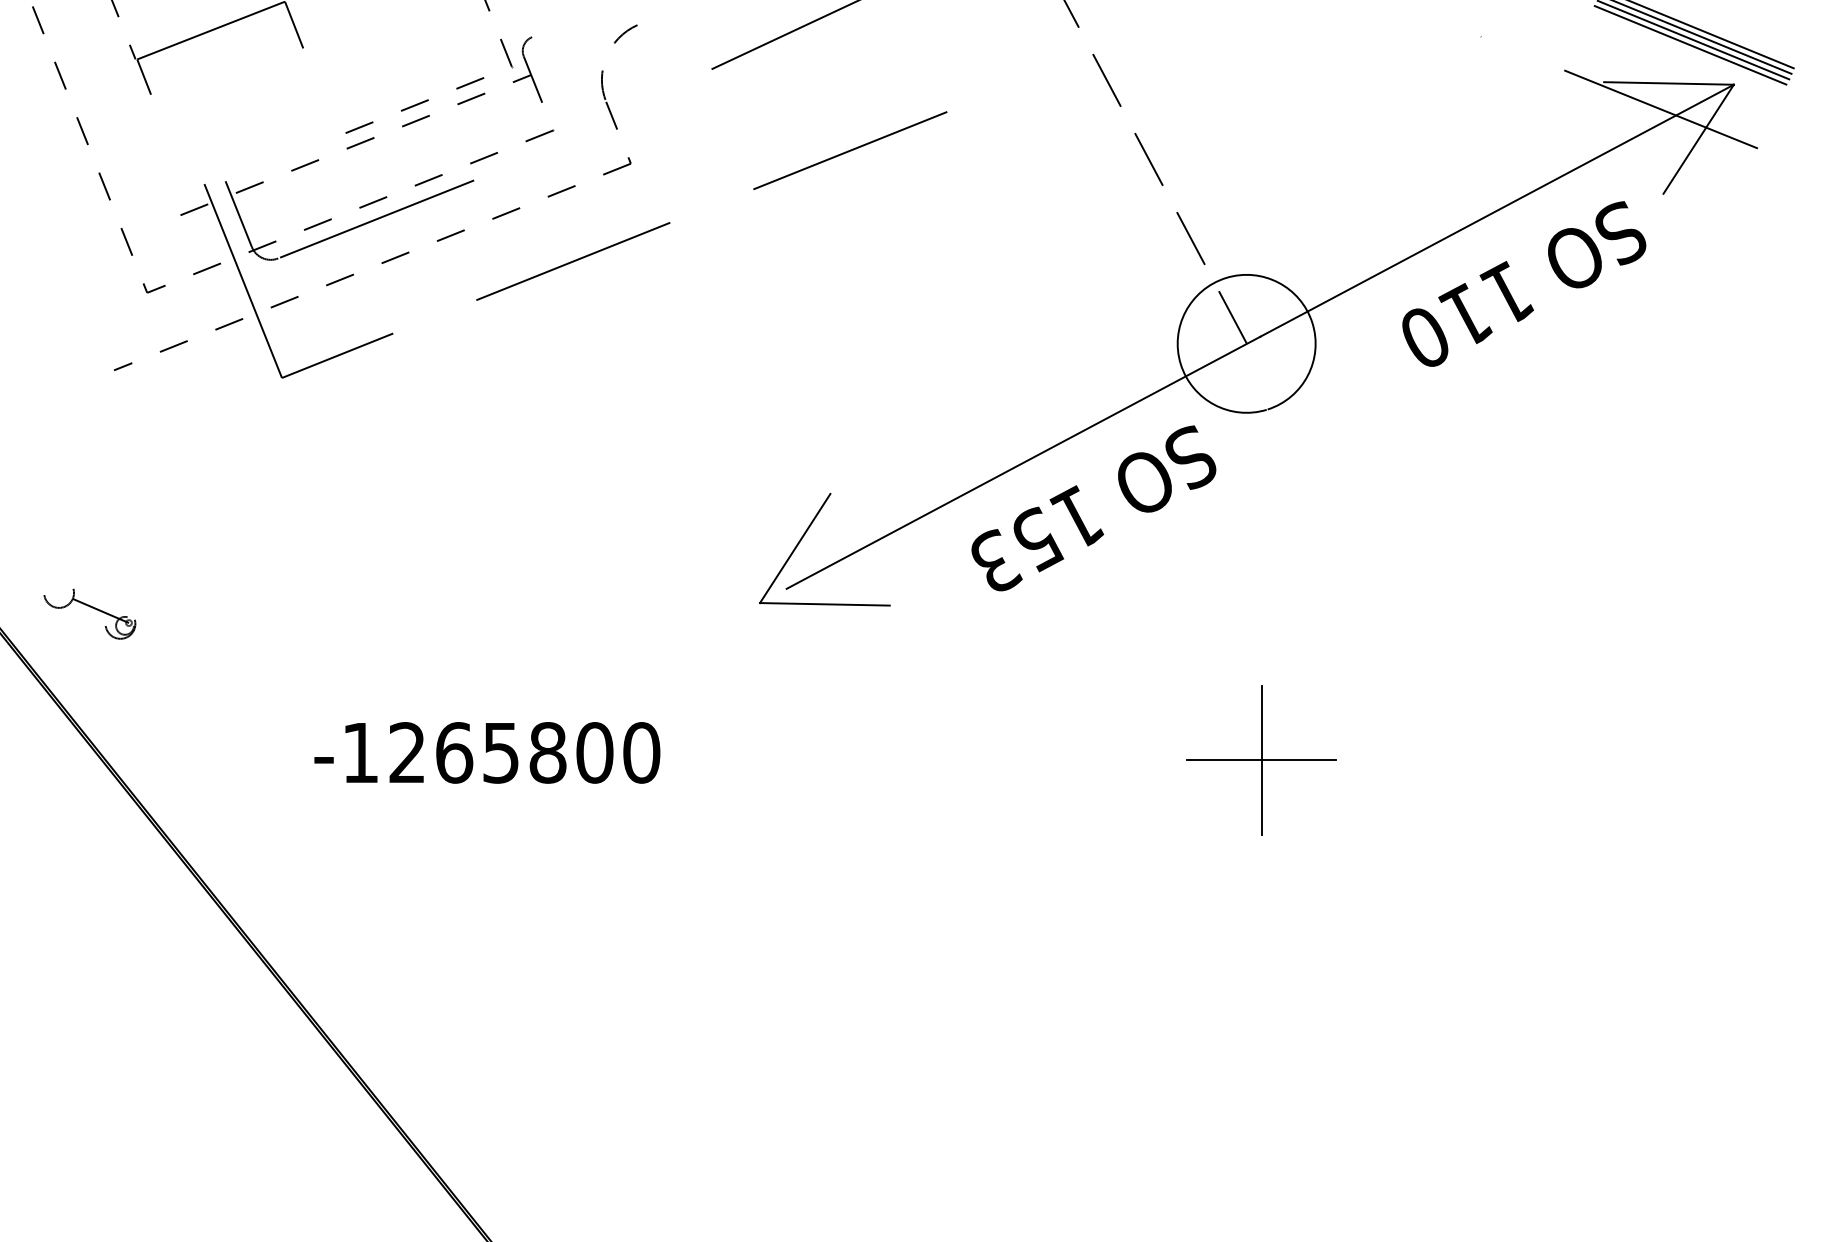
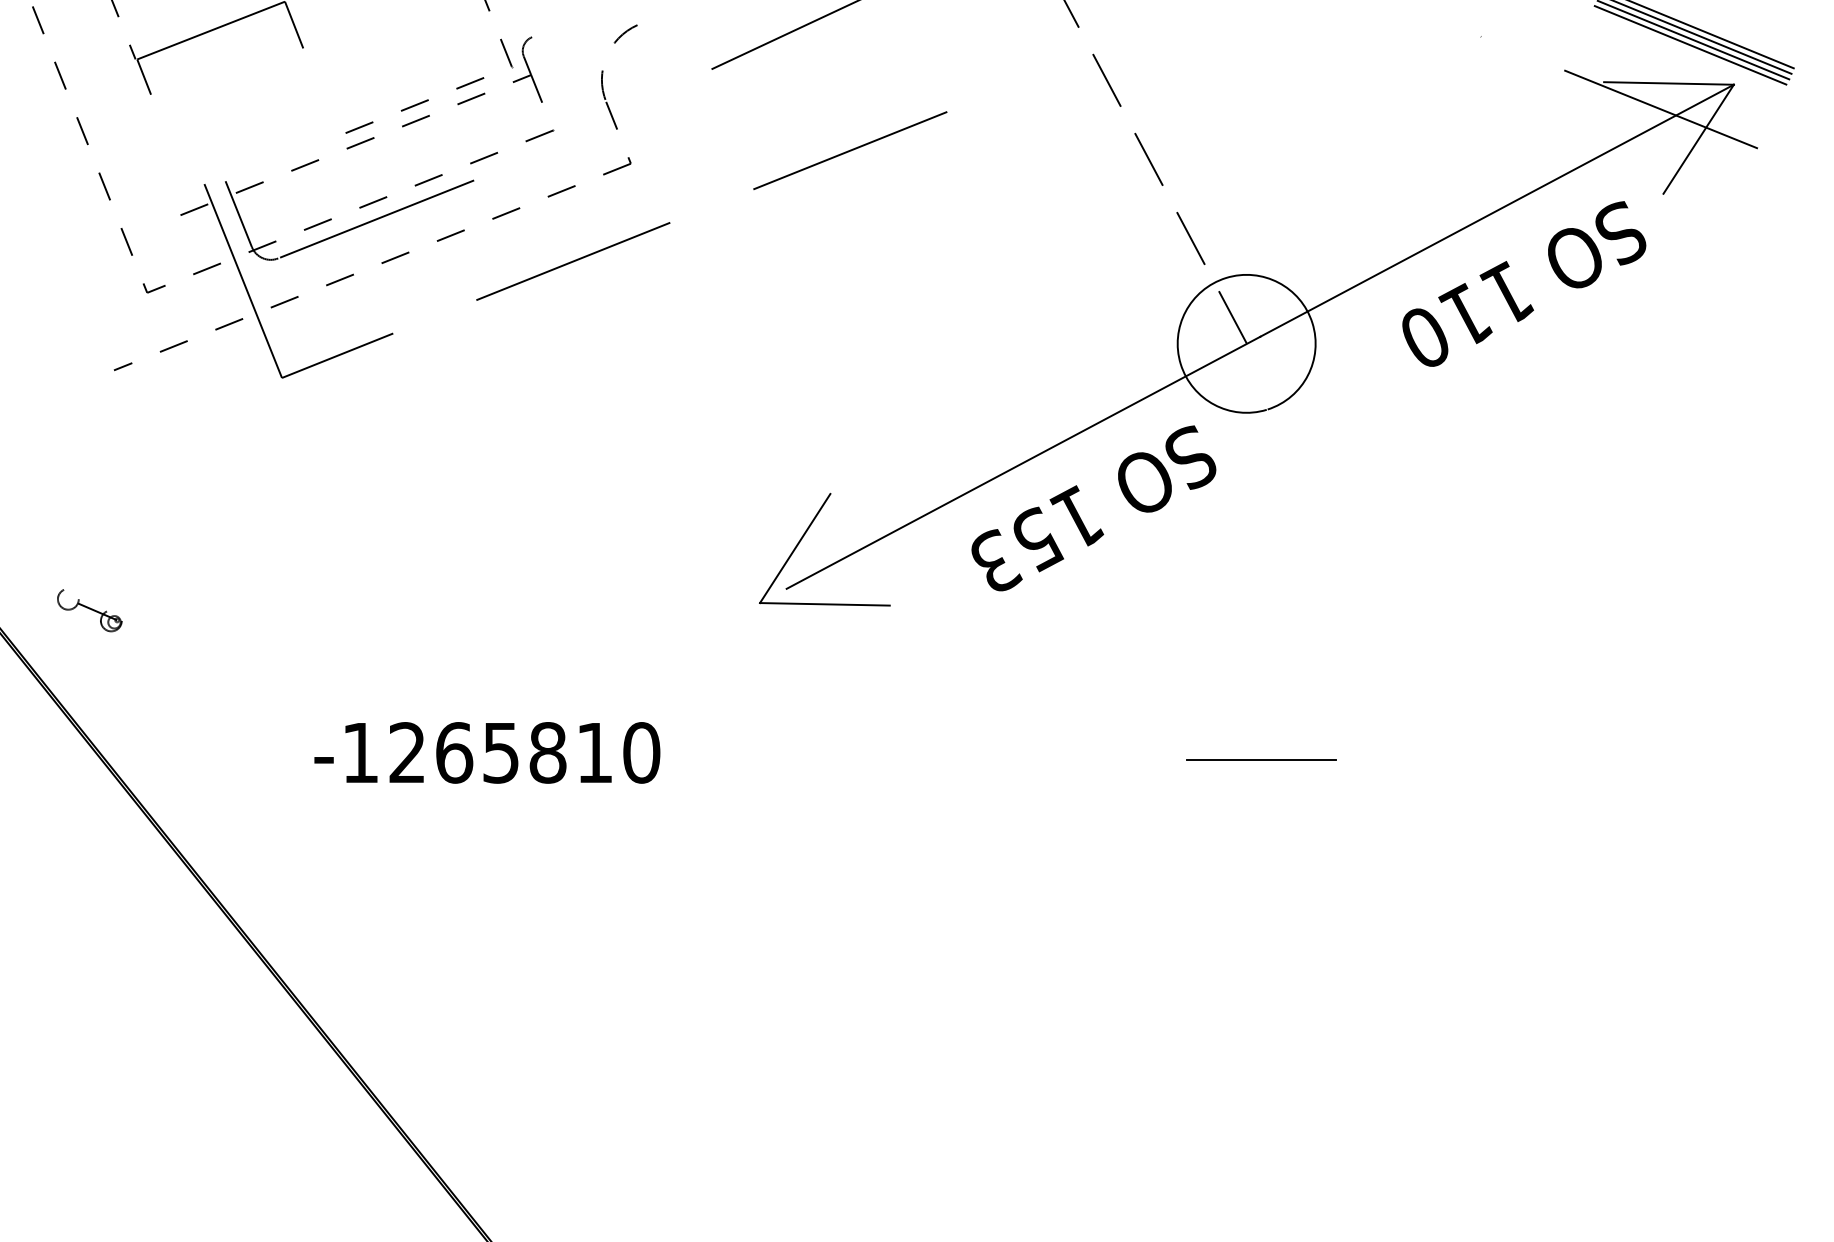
part at (89, 613) size: 94x52 px -> 66x44 px
text at (594, 752): -1265800 -> -1265810
line at (1261, 759): present -> none
